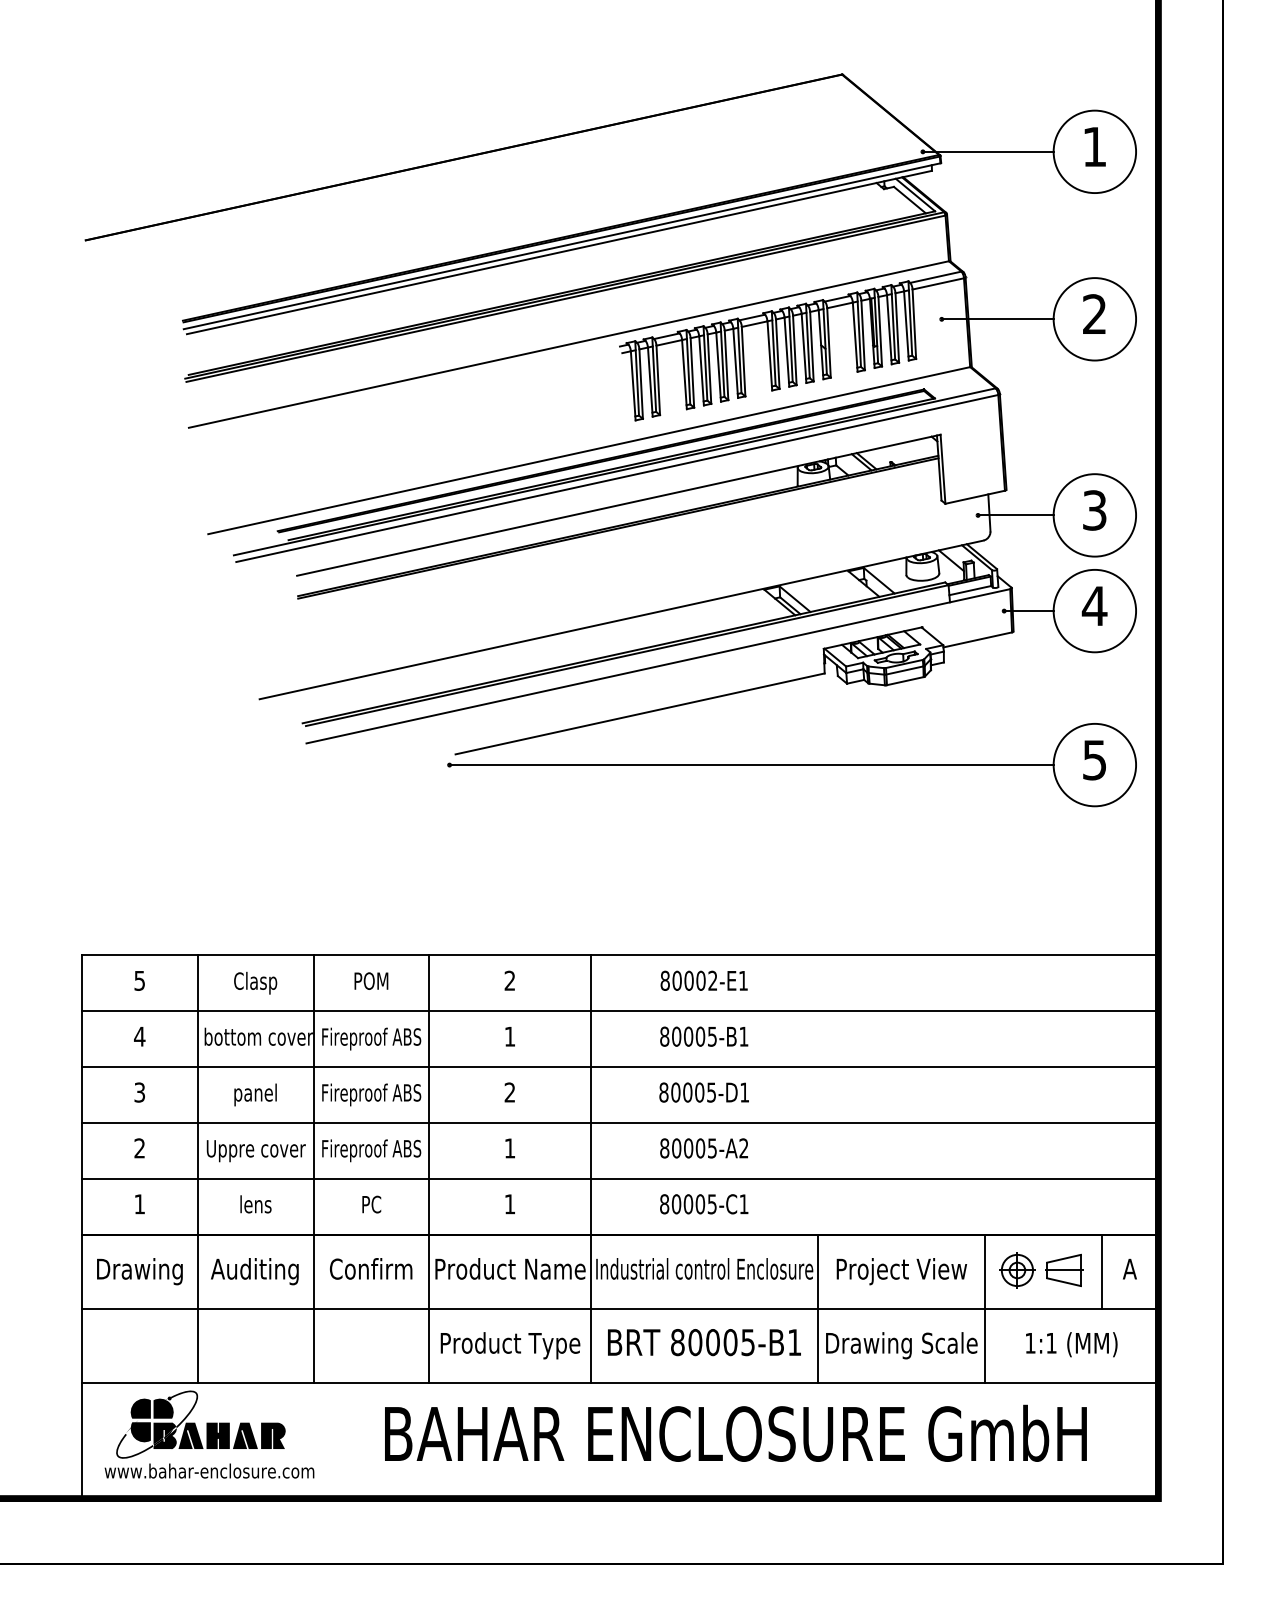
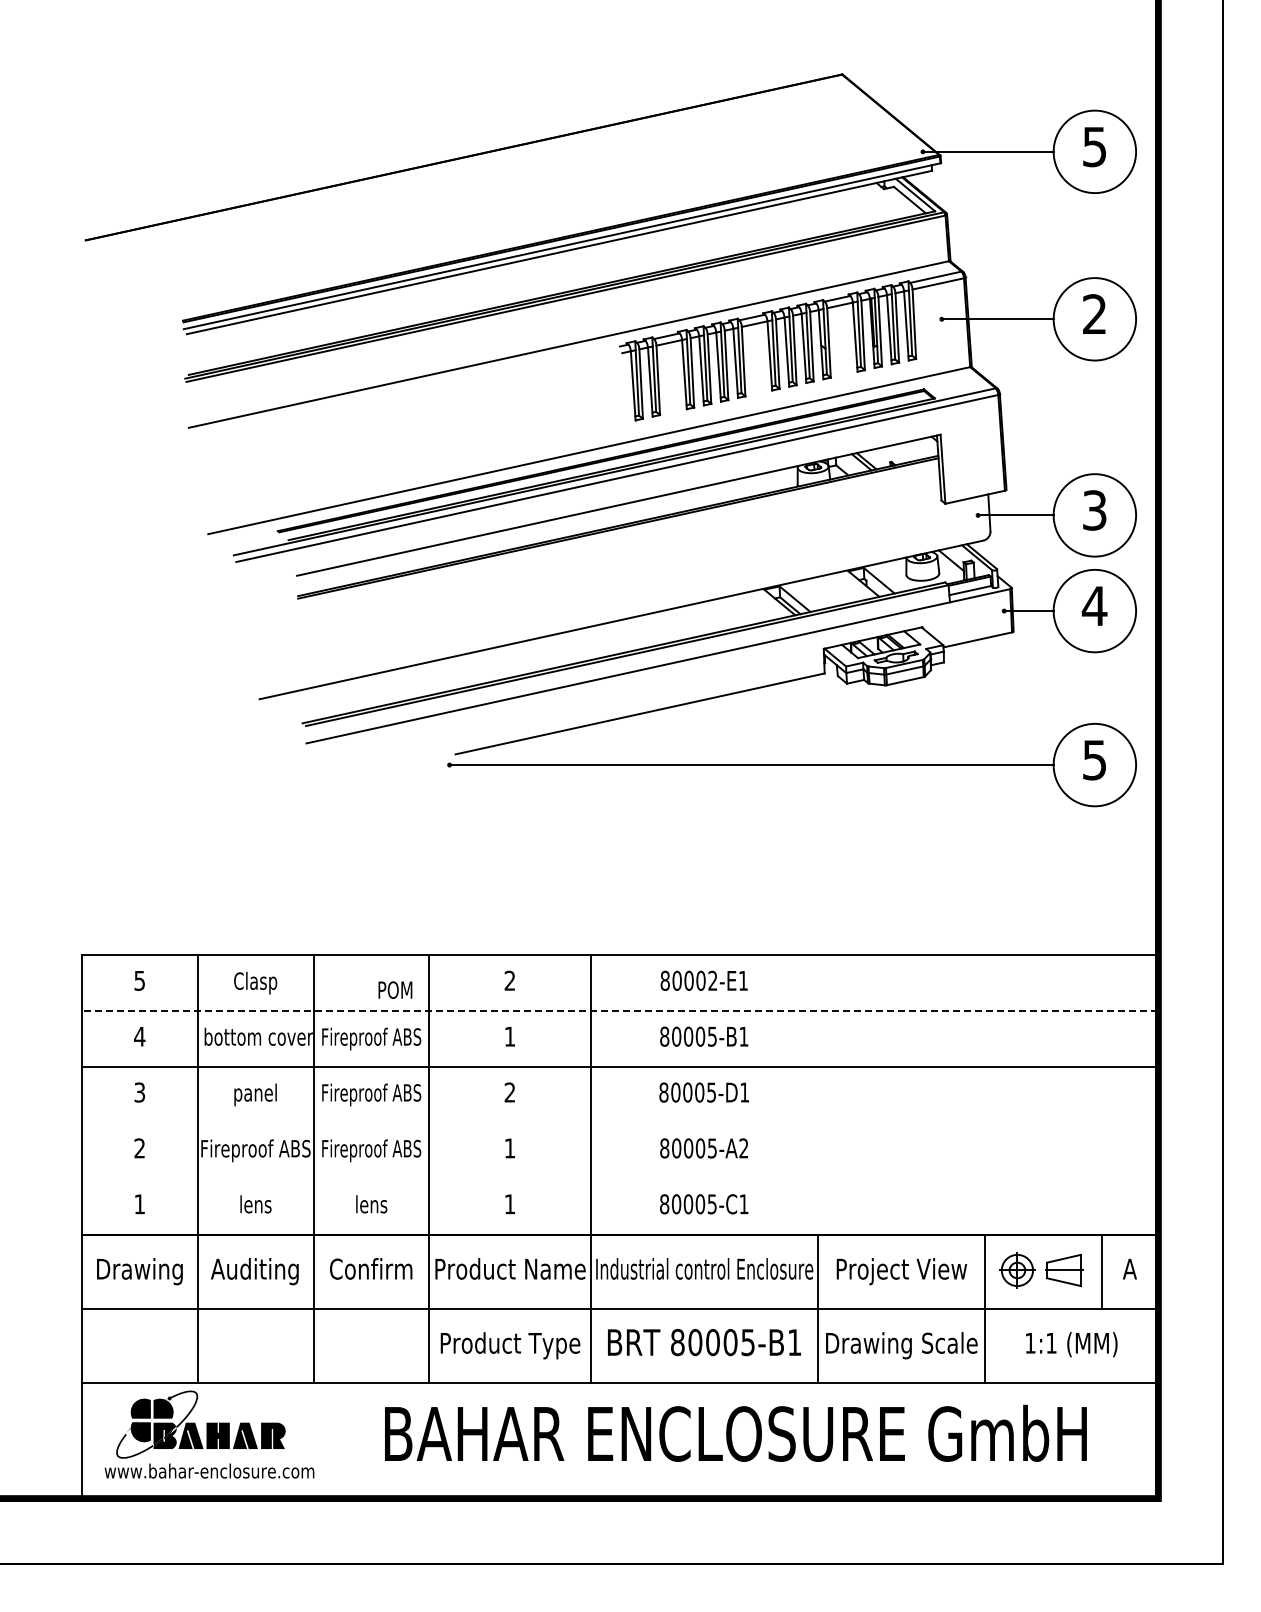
text at (1094, 147): 1 -> 5
text at (371, 980) position: (371, 980) -> (395, 989)
line at (619, 1011): solid -> dashed
line at (619, 1122): present -> none
text at (255, 1150): Uppre cover -> Fireproof ABS
line at (619, 1178): present -> none
text at (371, 1204): PC -> lens
